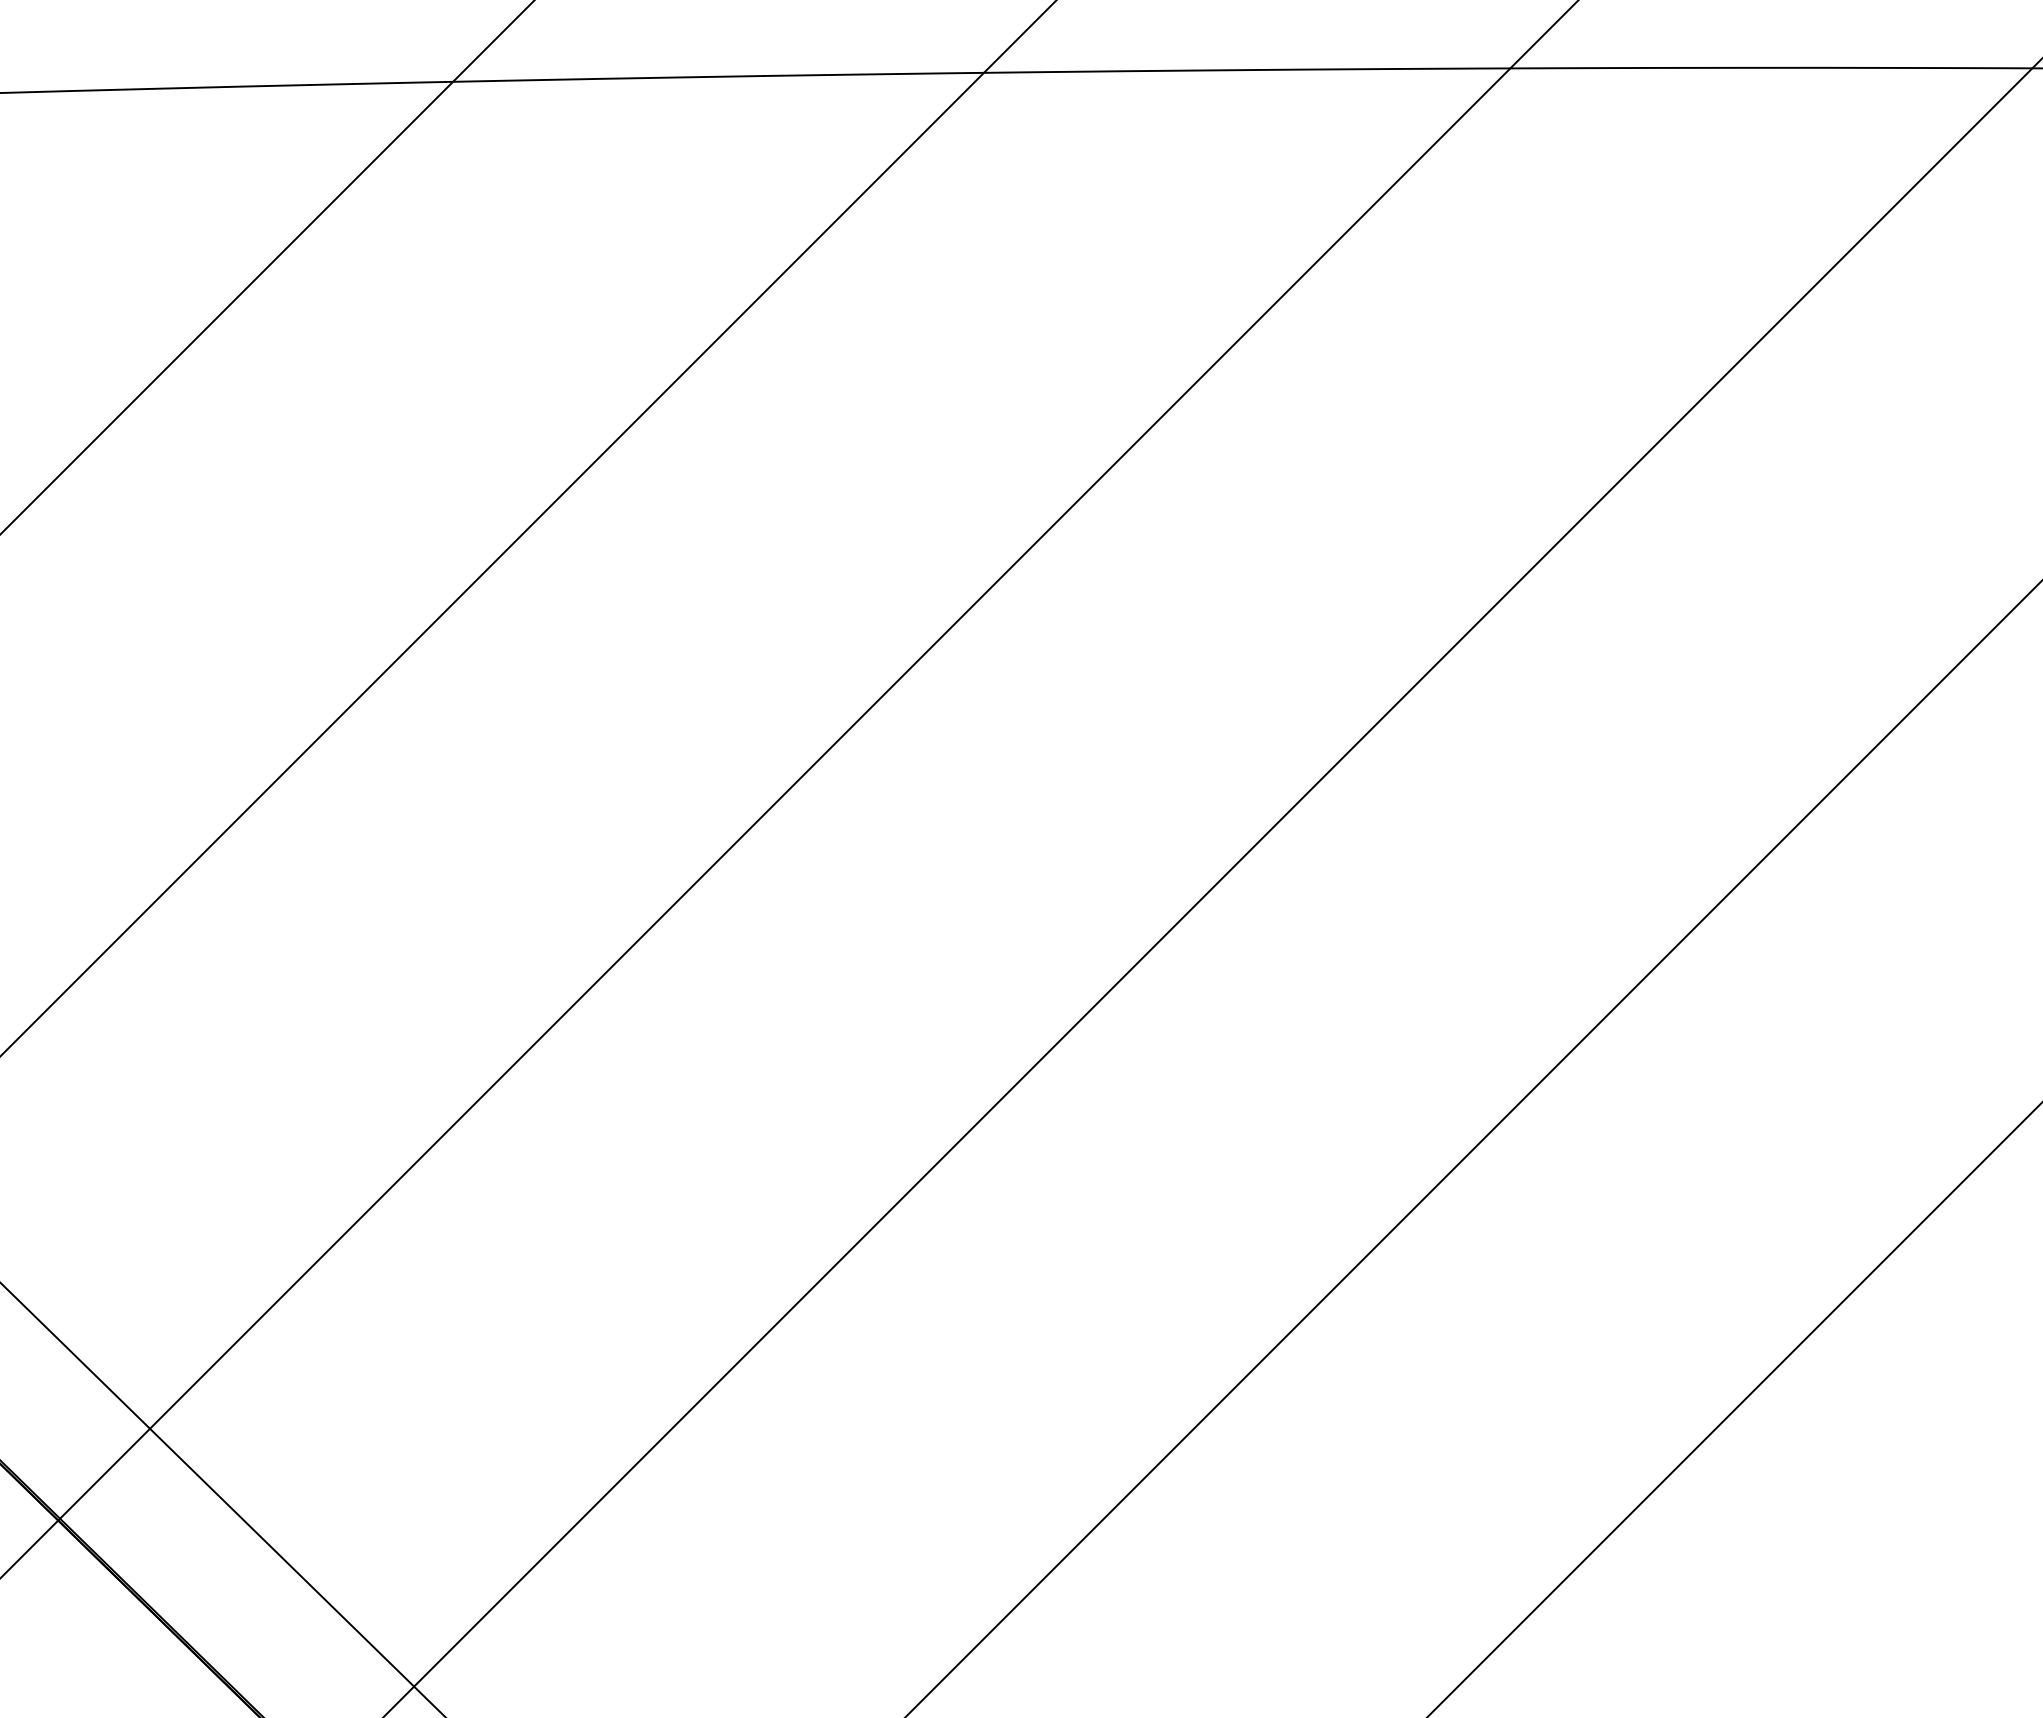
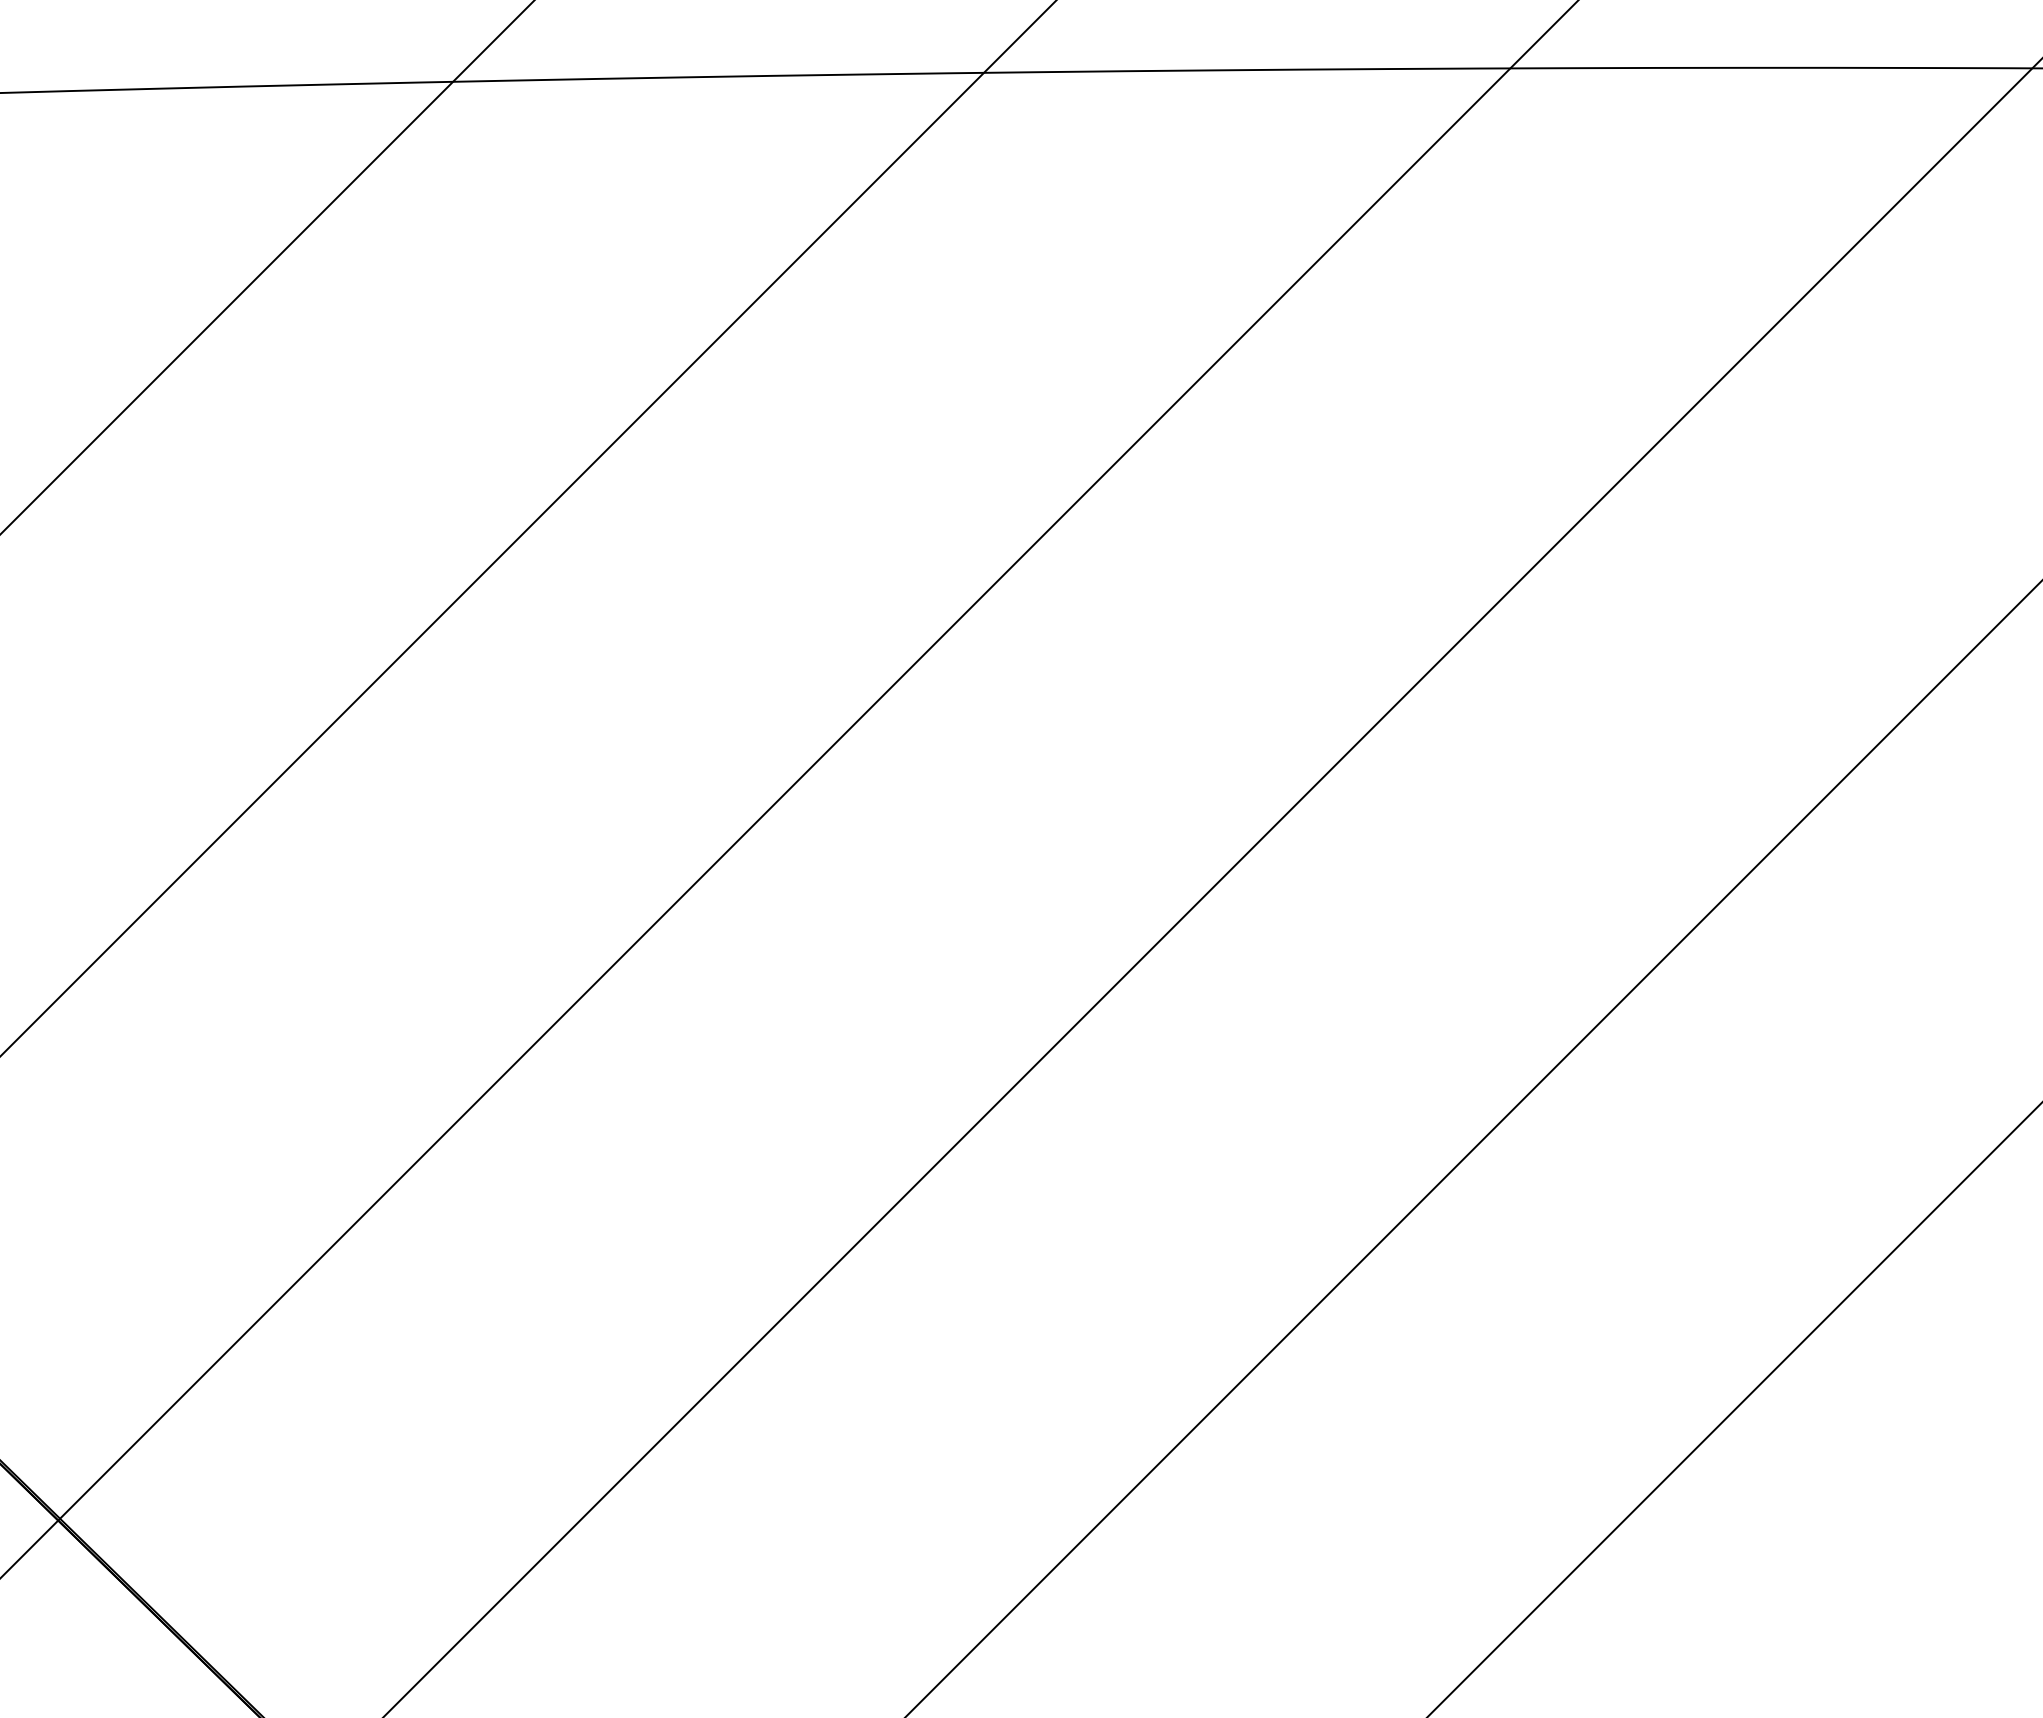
line at (222, 1499): present -> none
